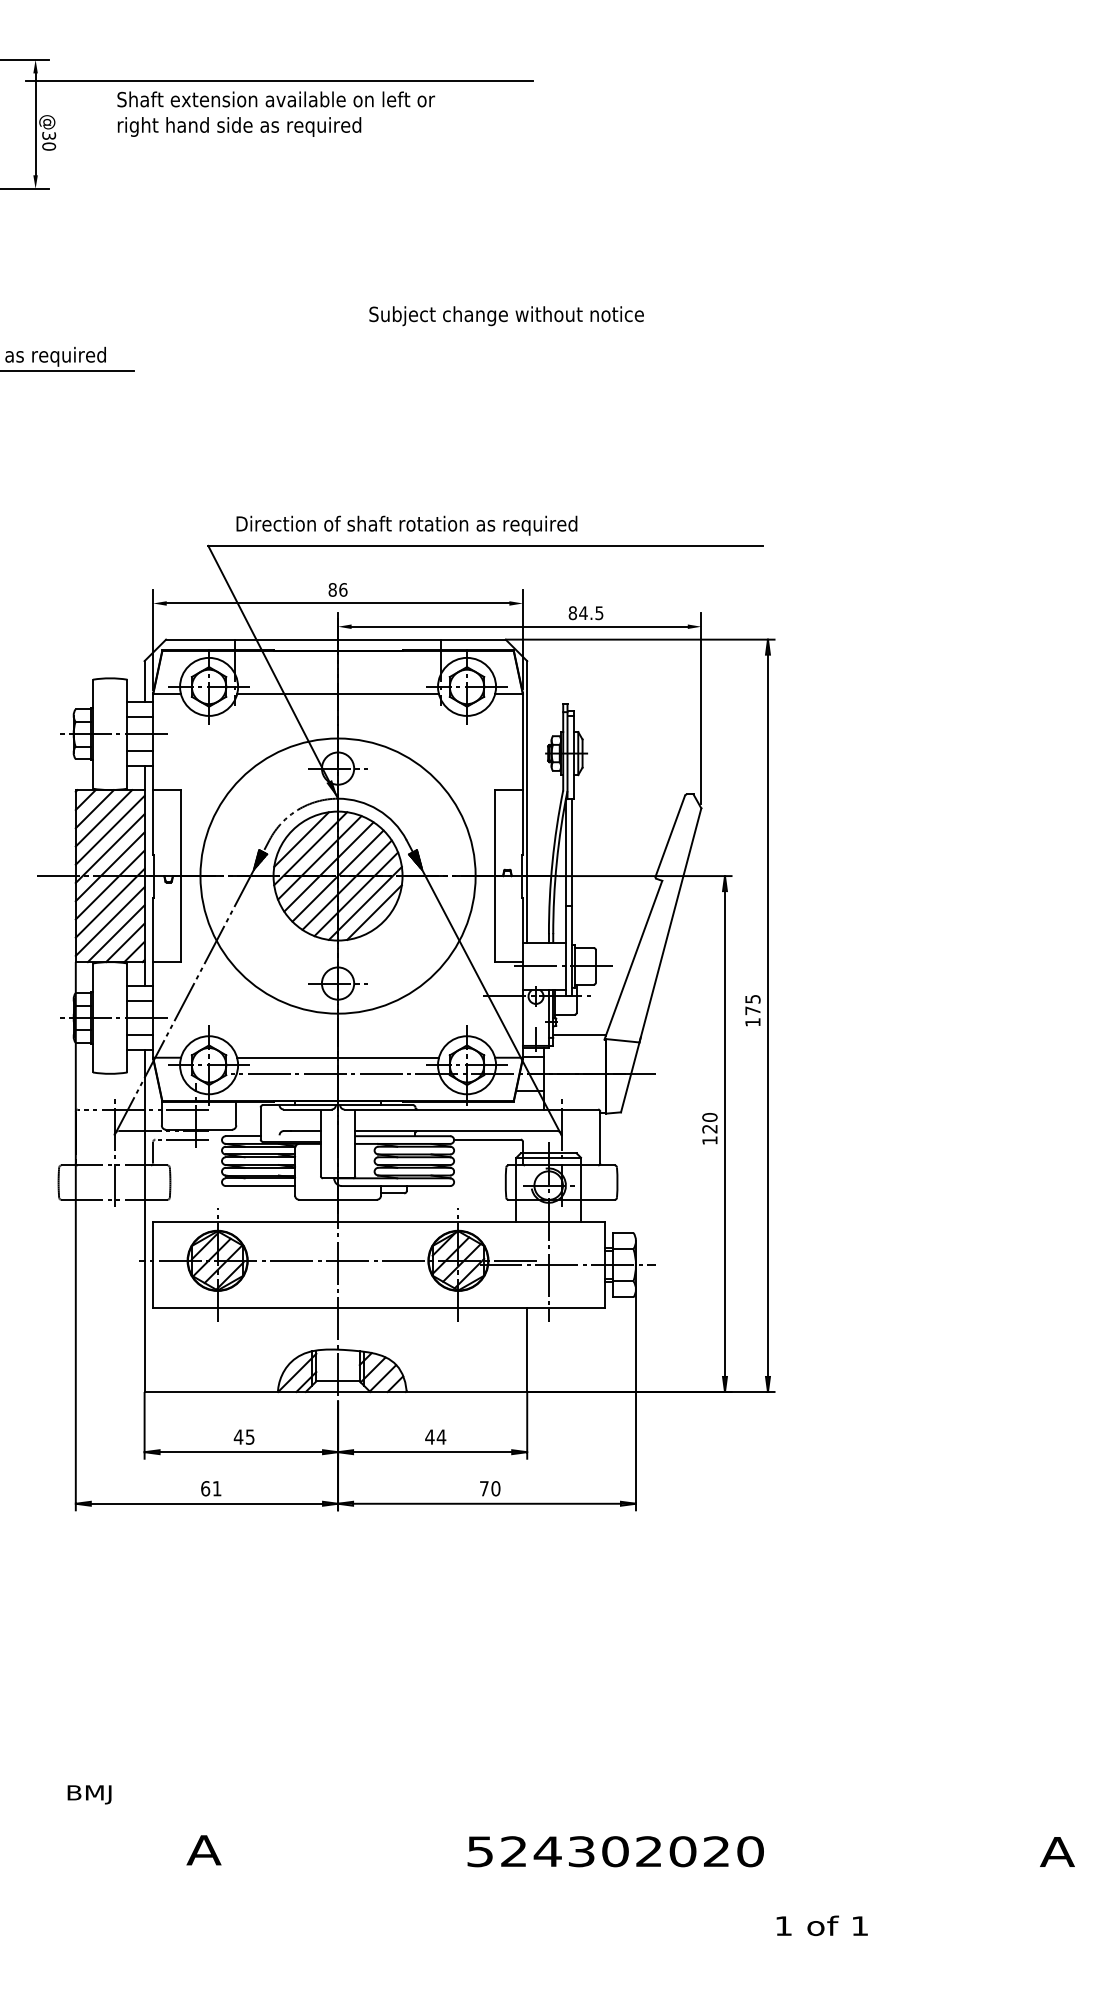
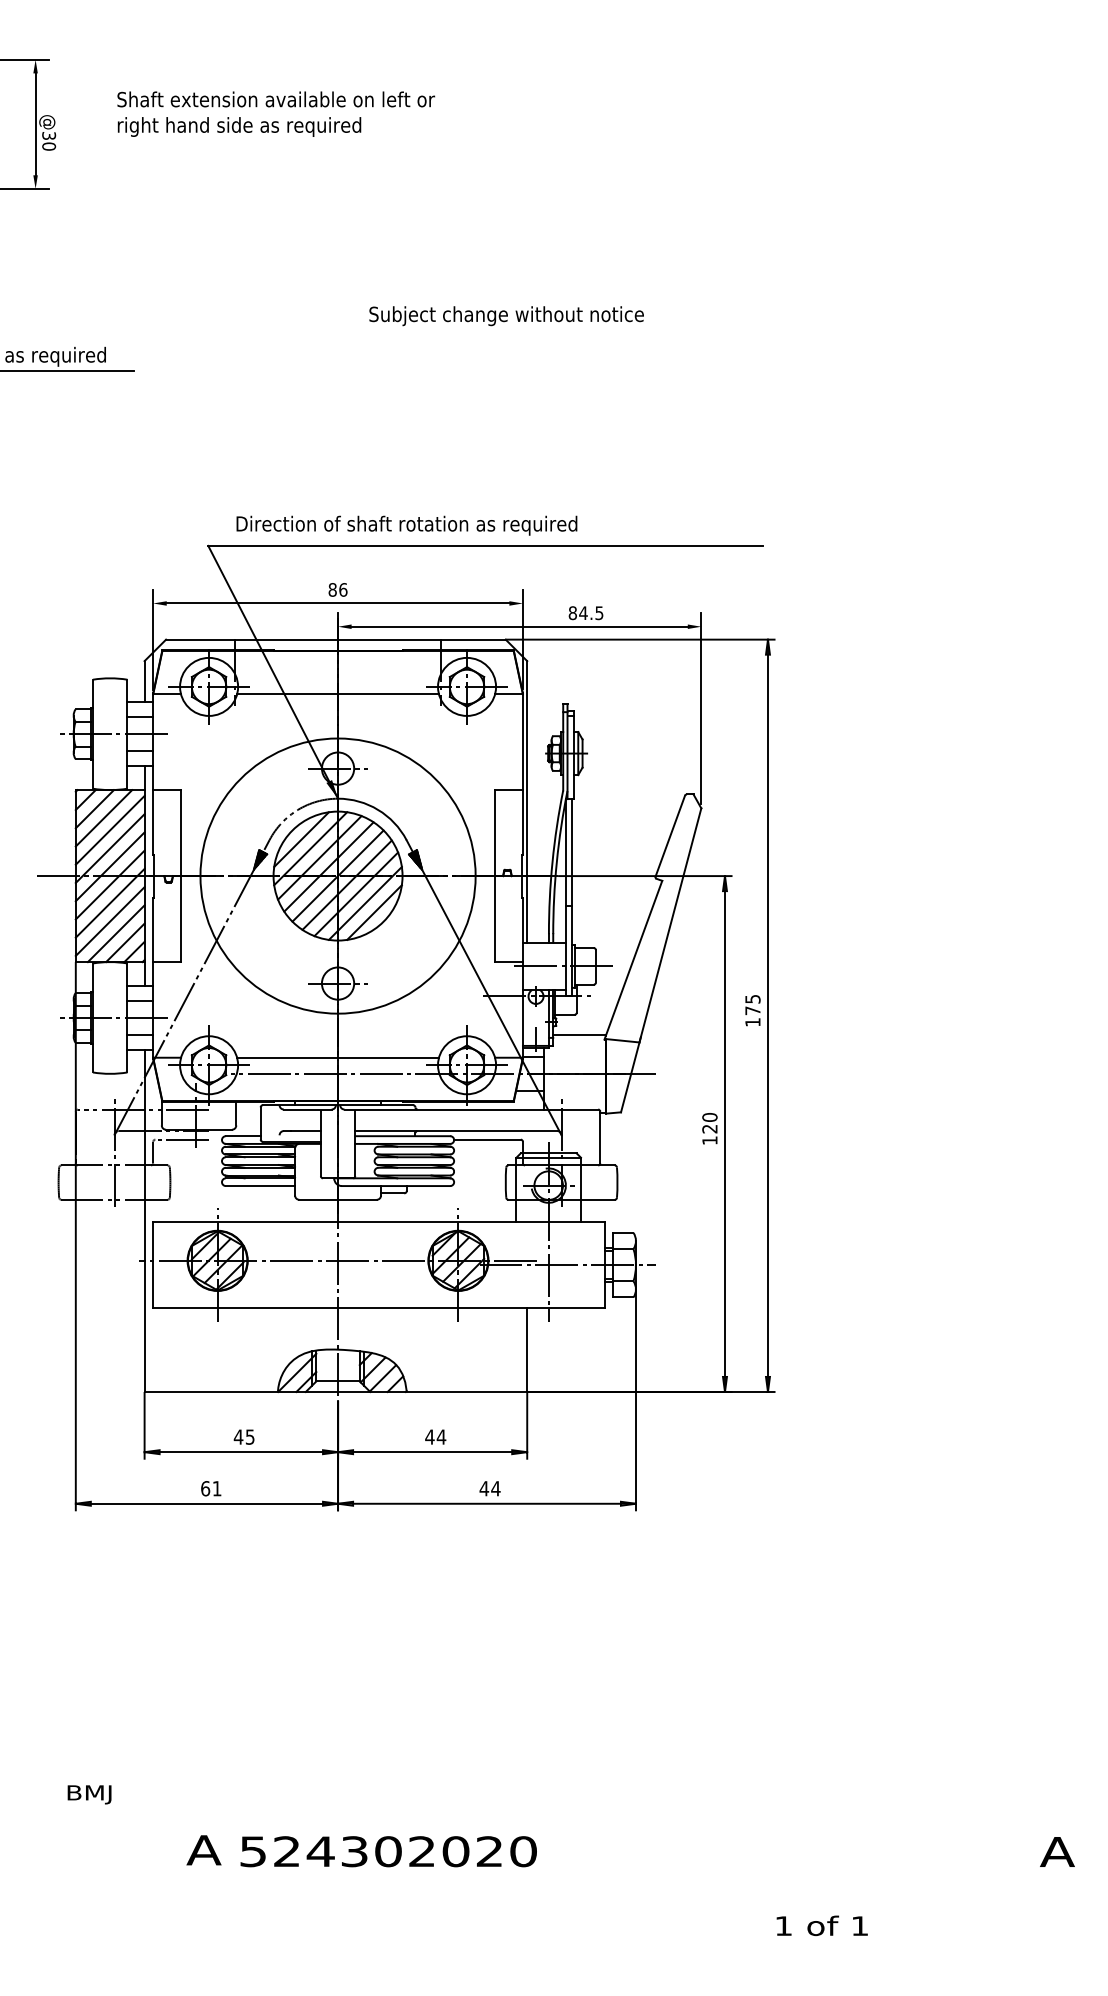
line at (279, 81): present -> none
text at (489, 1488): 70 -> 44
text at (615, 1851) position: (615, 1851) -> (388, 1851)
